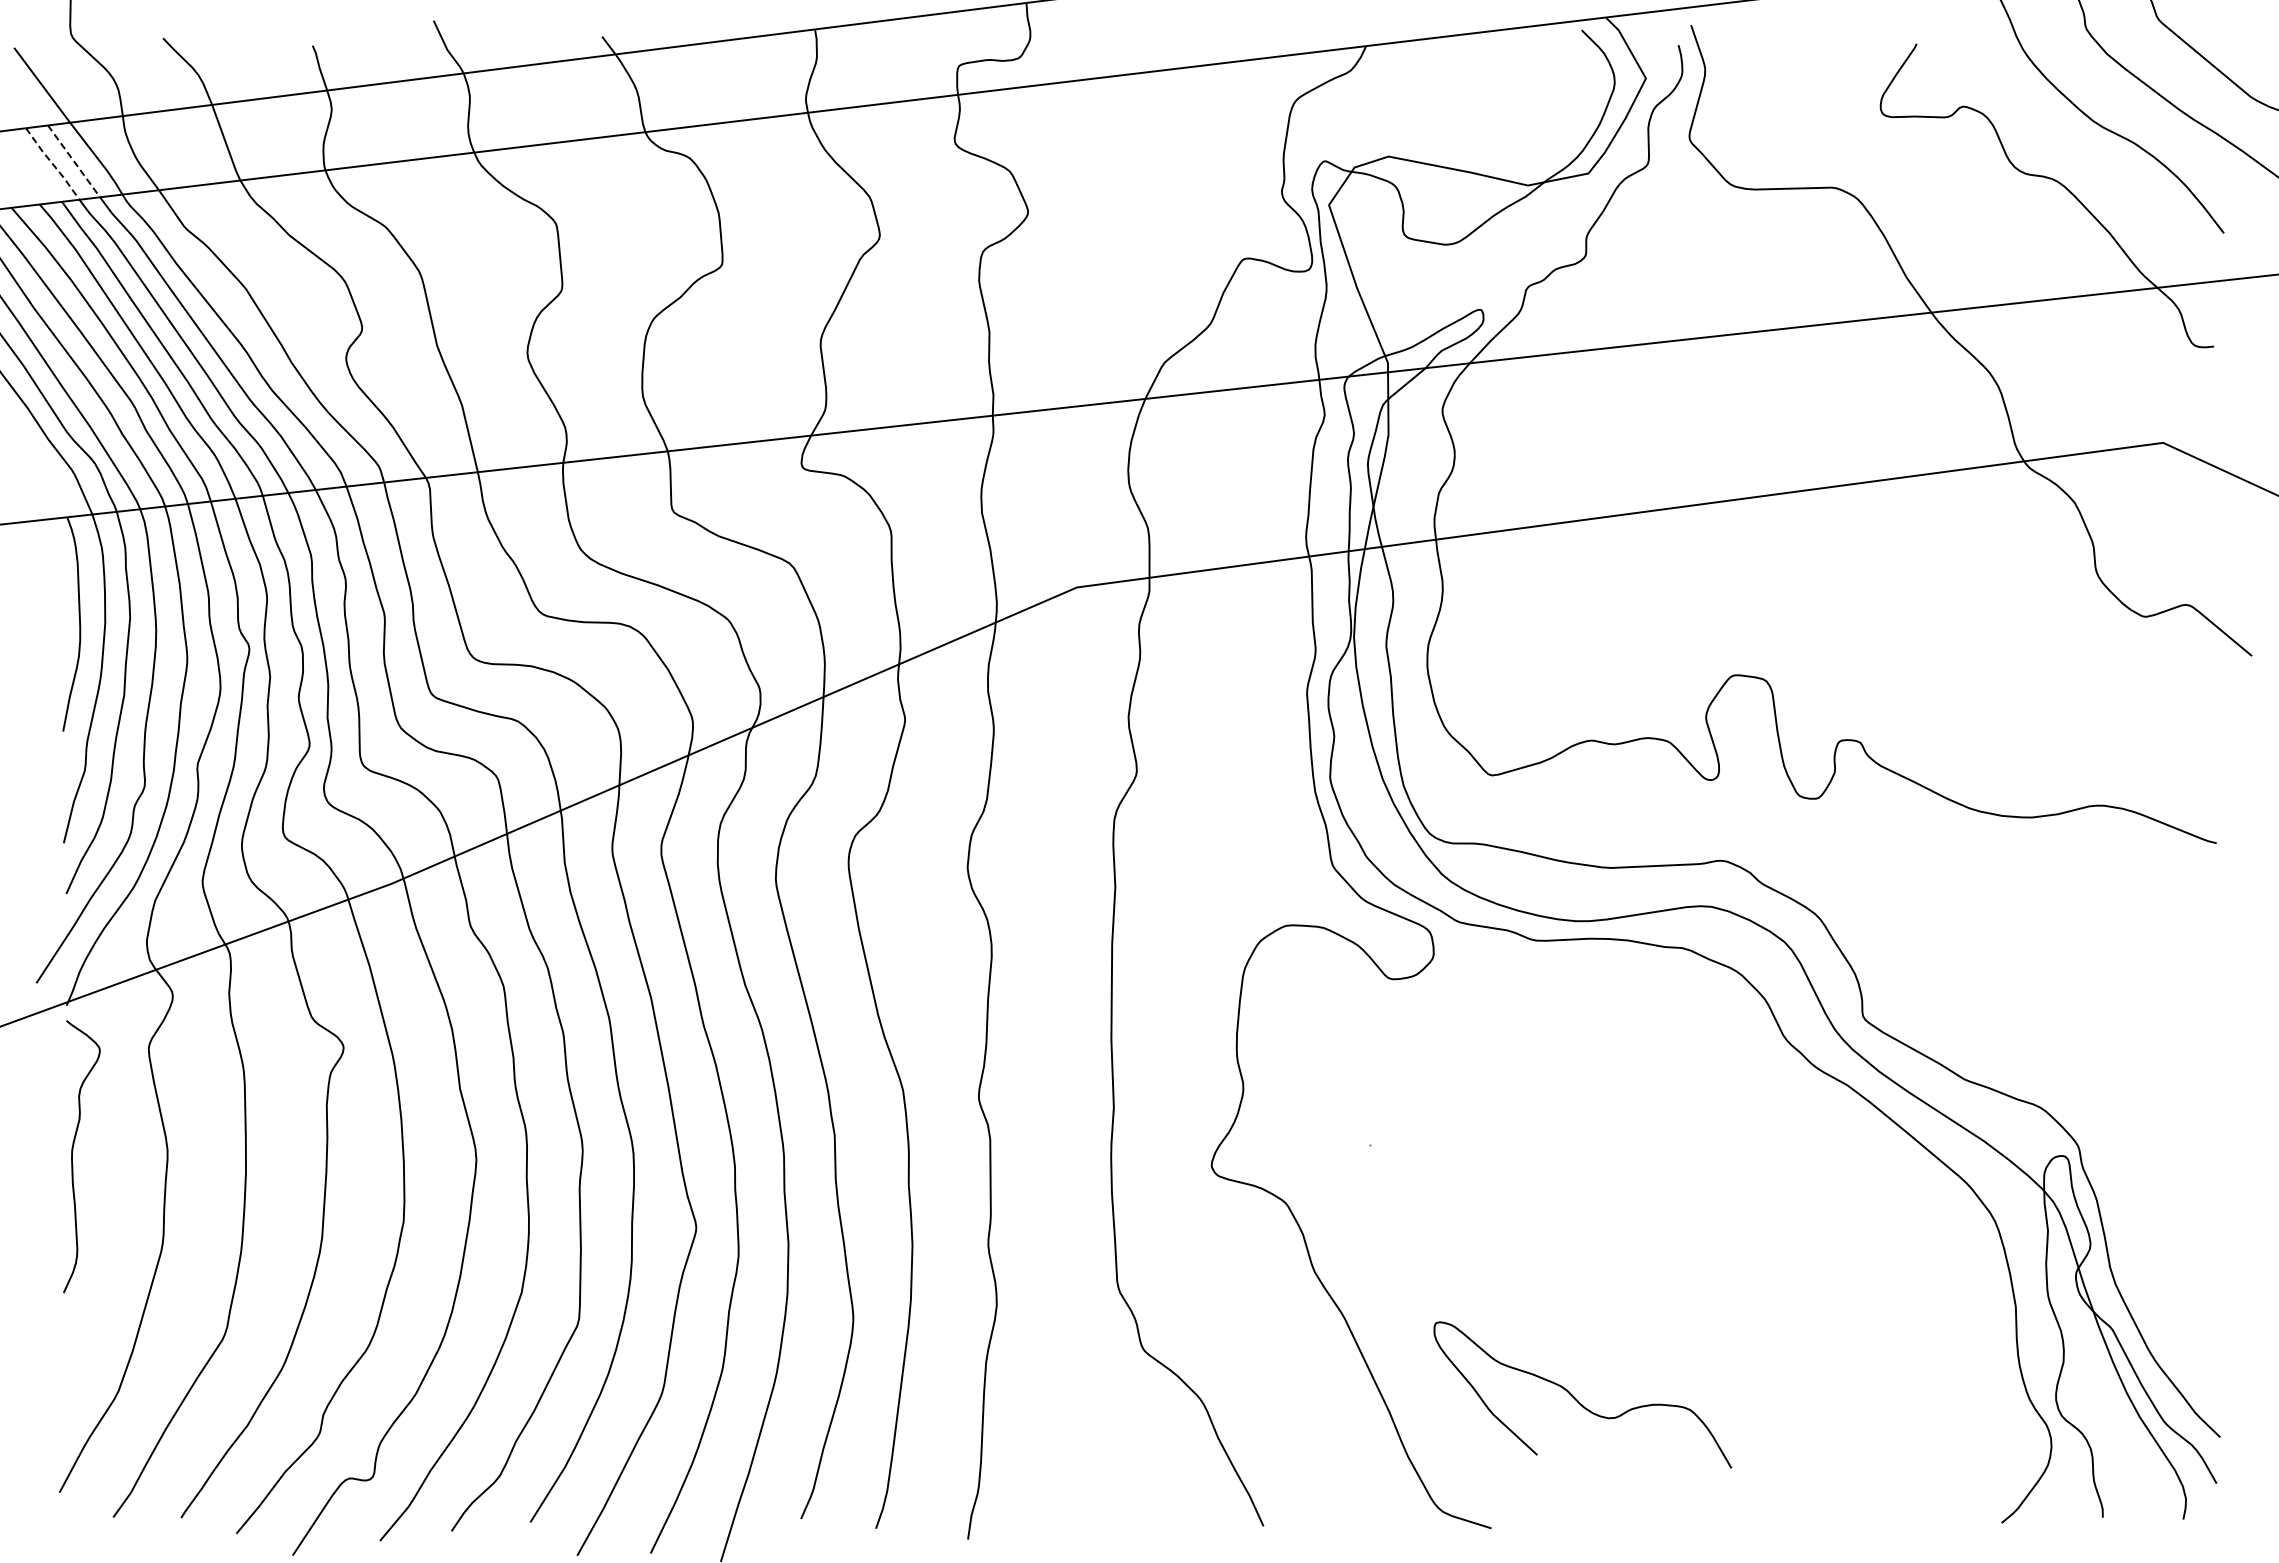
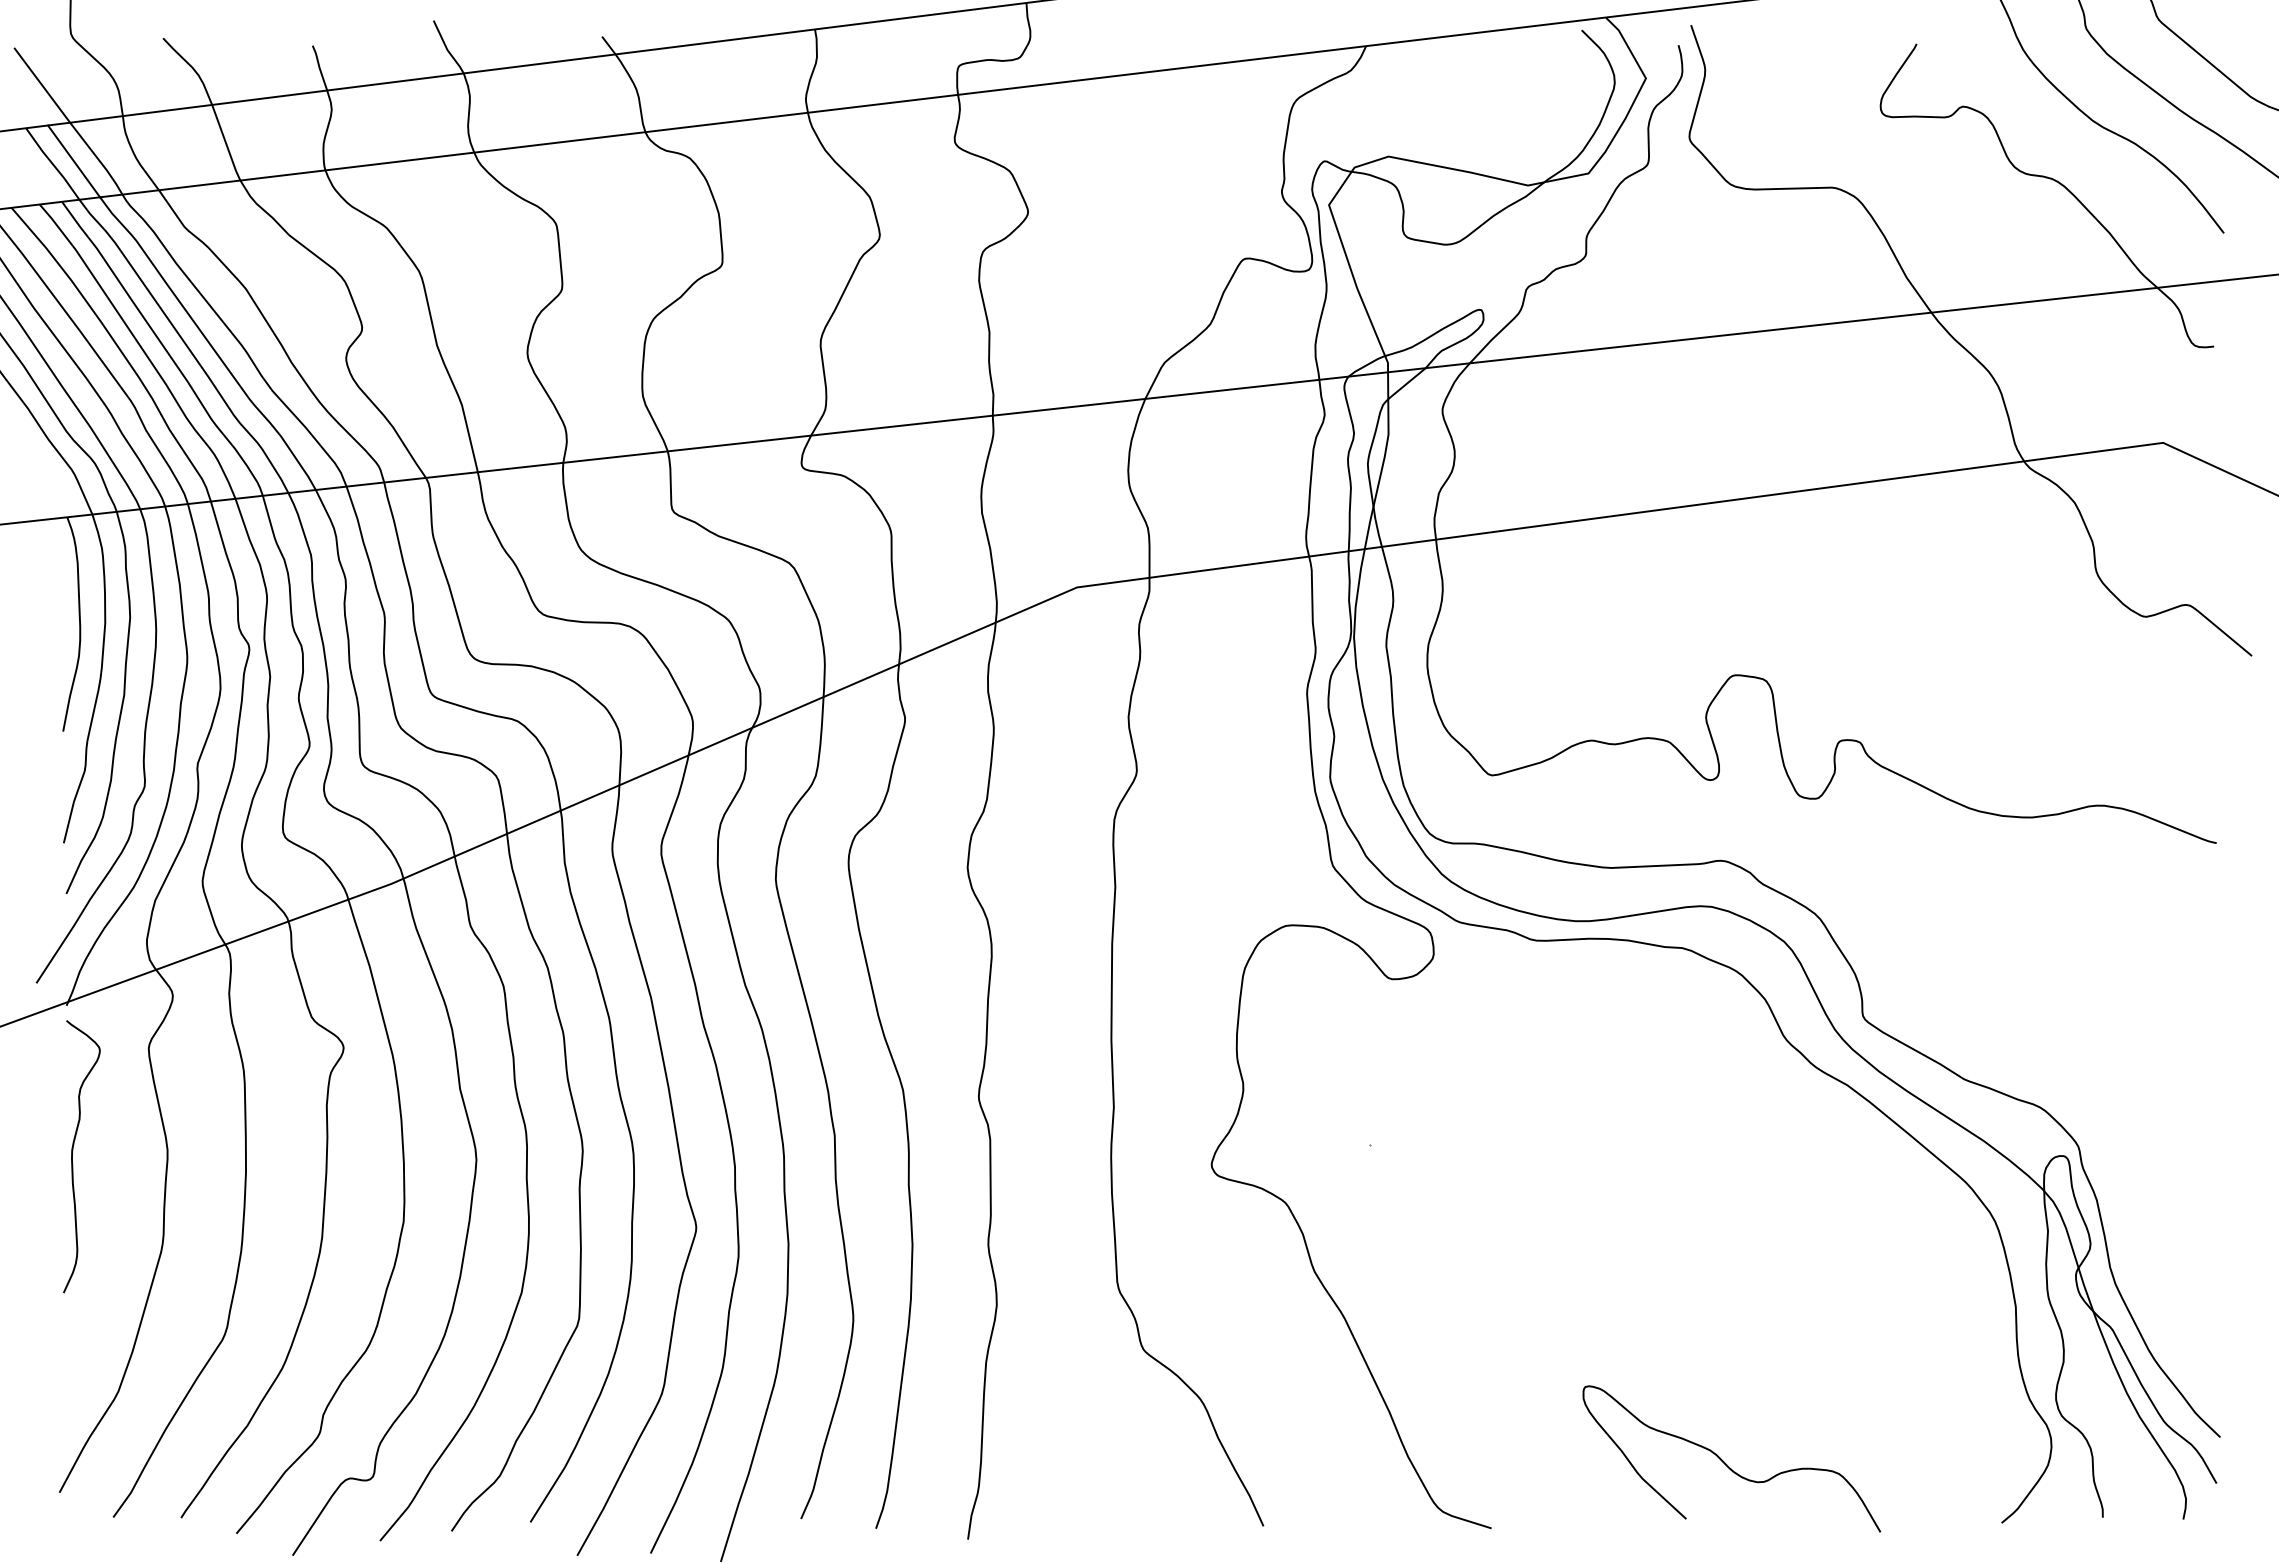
line at (74, 161): dashed -> solid
line at (53, 164): dashed -> solid
curve at (1577, 1399) position: (1577, 1399) -> (1726, 1463)
